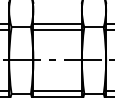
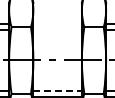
line at (57, 24): present -> none
line at (57, 29): present -> none
line at (58, 91): solid -> dashed
